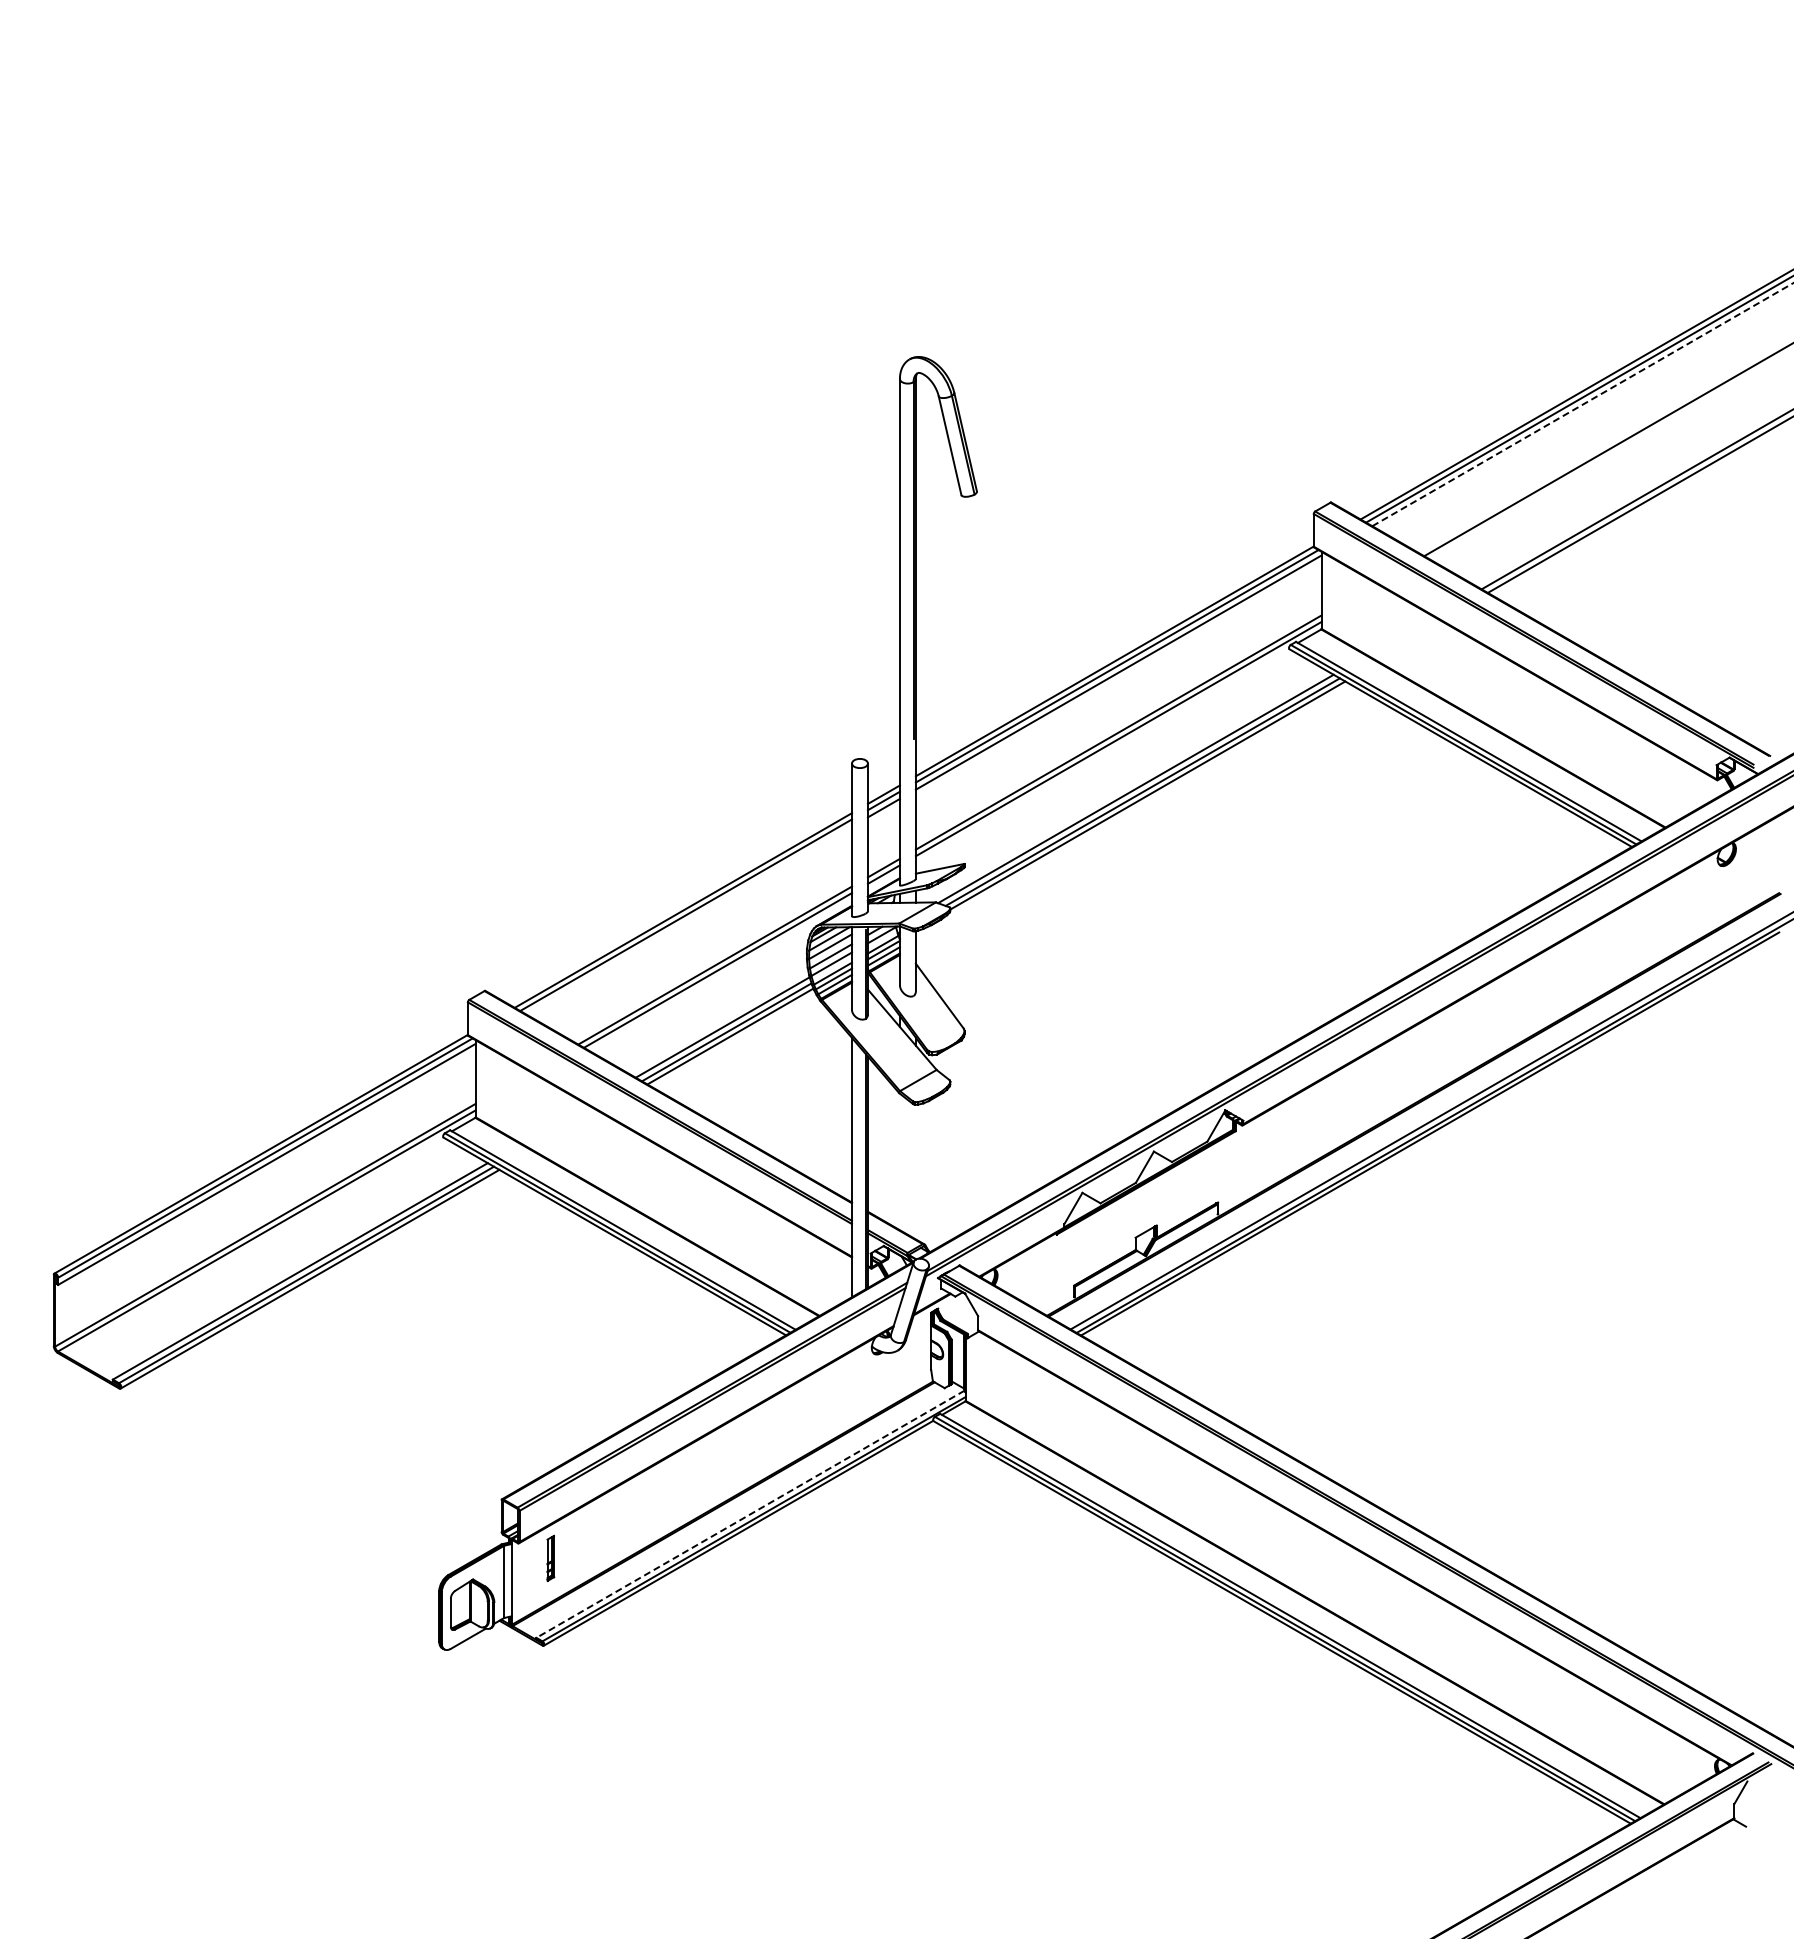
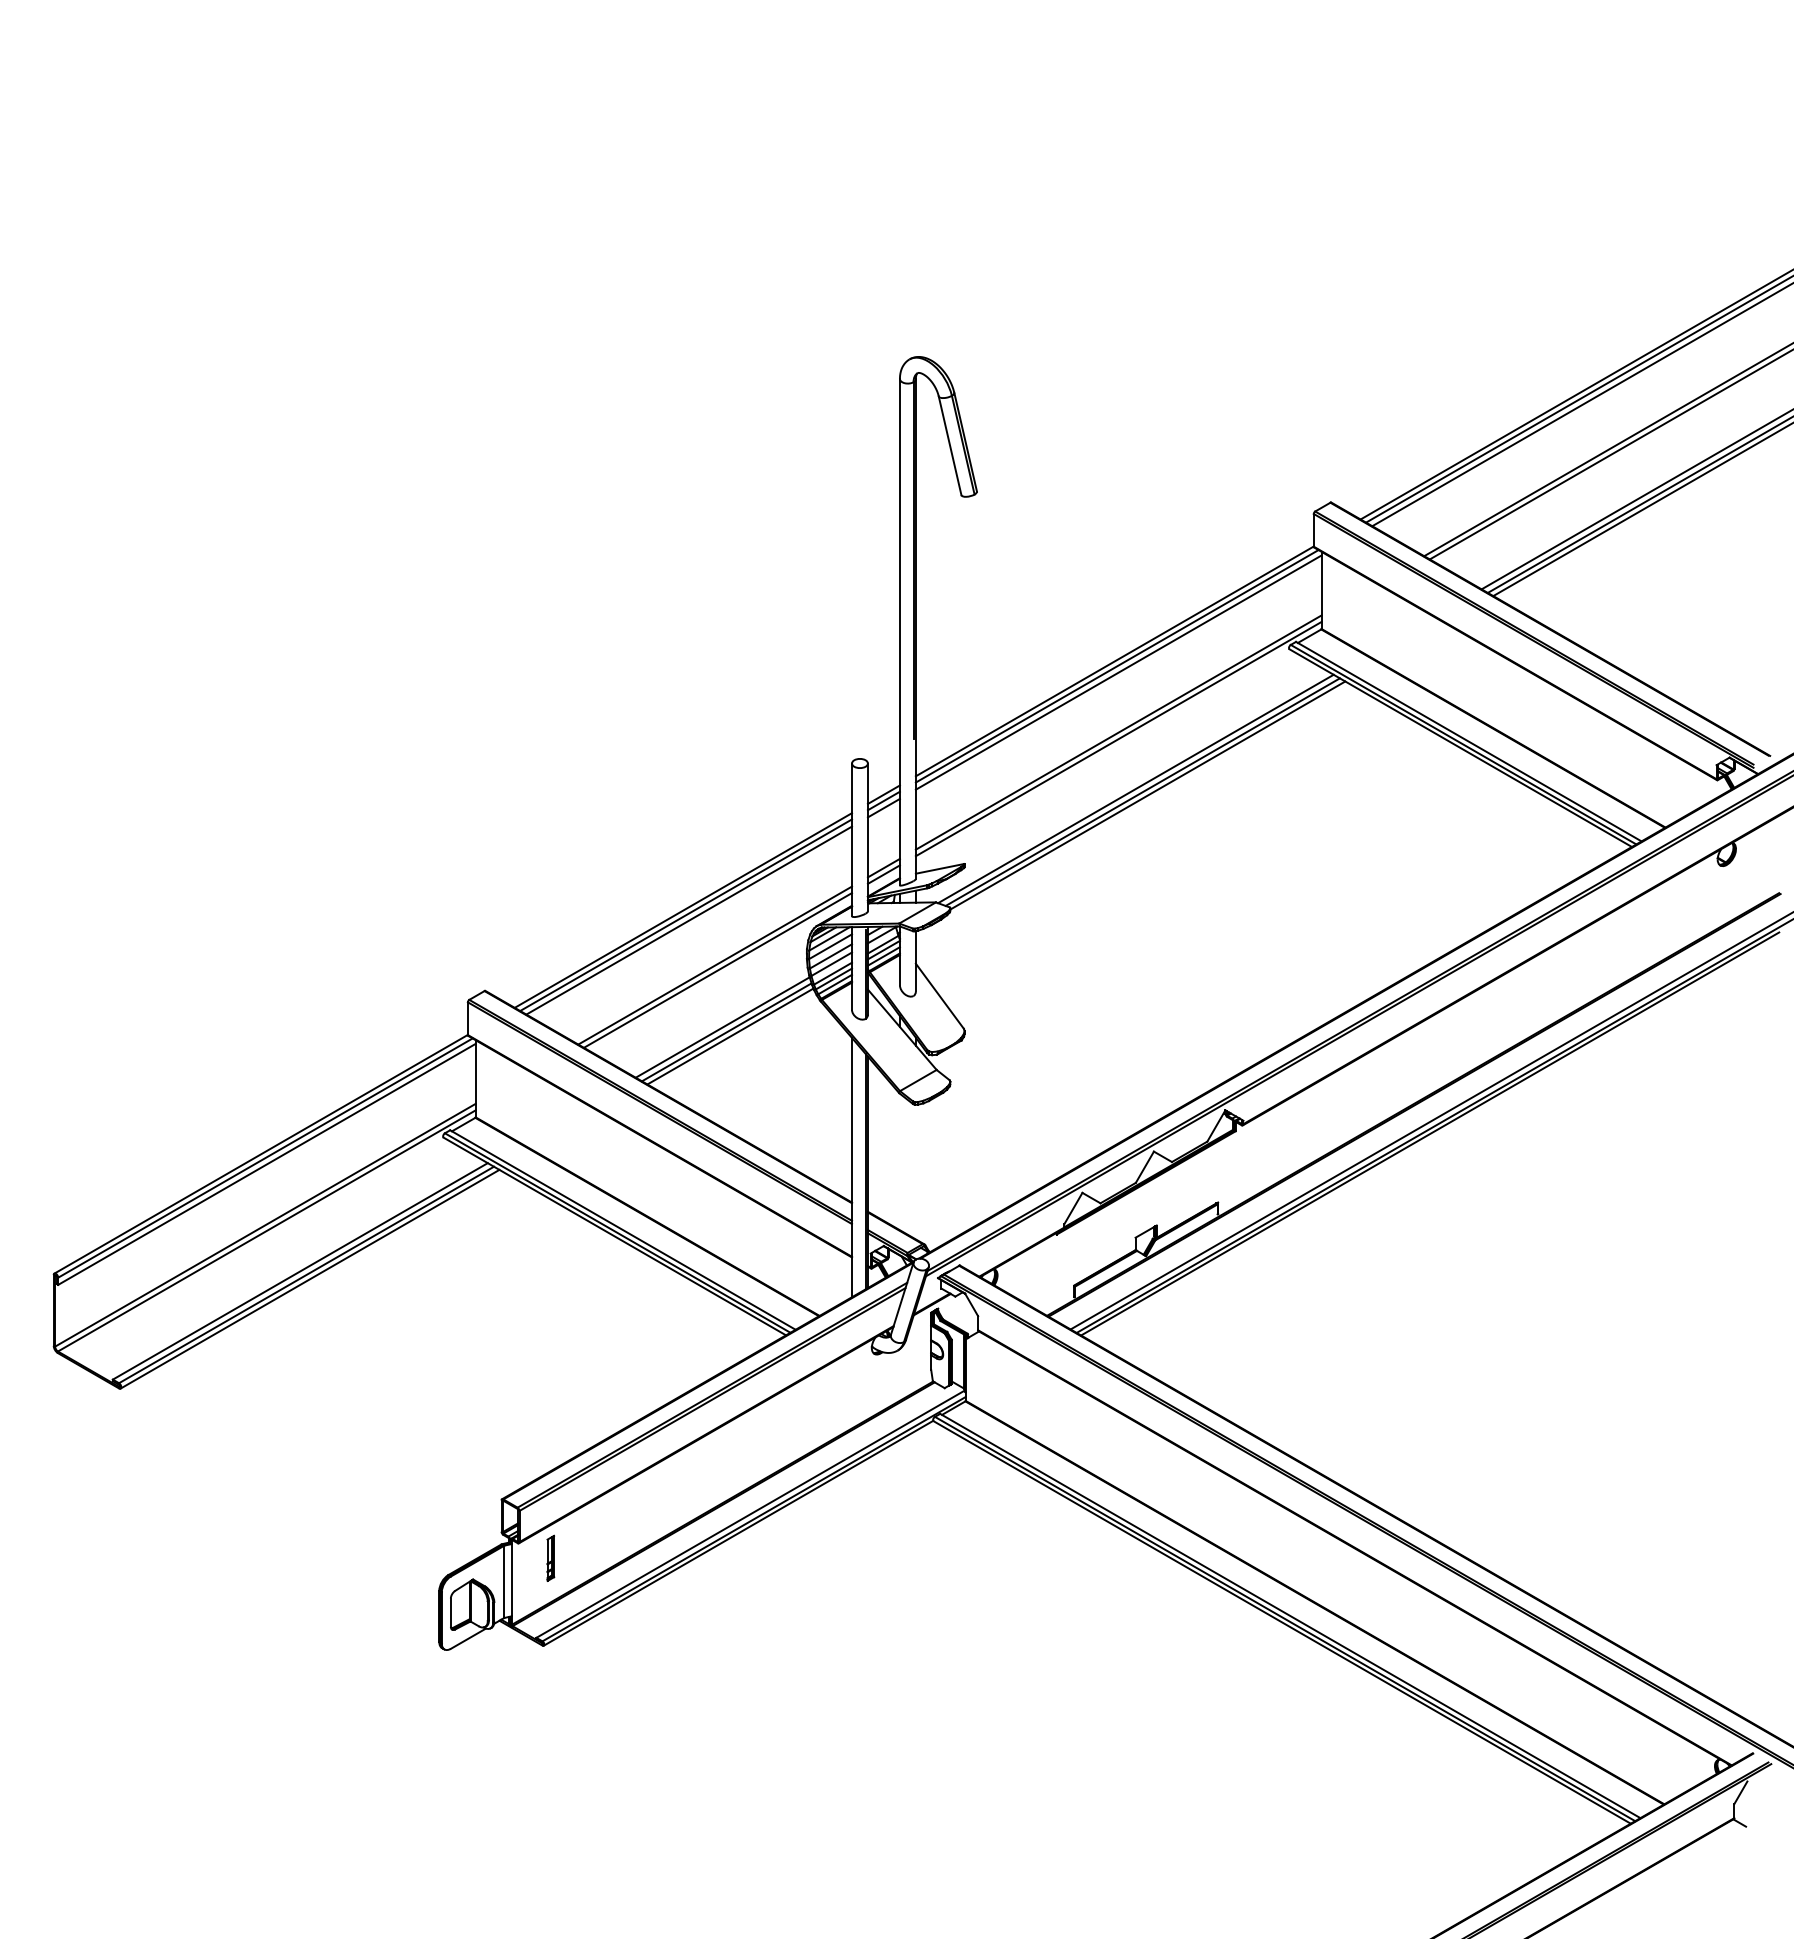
line at (1583, 404): dashed -> solid
line at (1609, 455): none -> present
line at (1641, 510): none -> present
line at (689, 920): none -> present
line at (750, 1514): dashed -> solid
